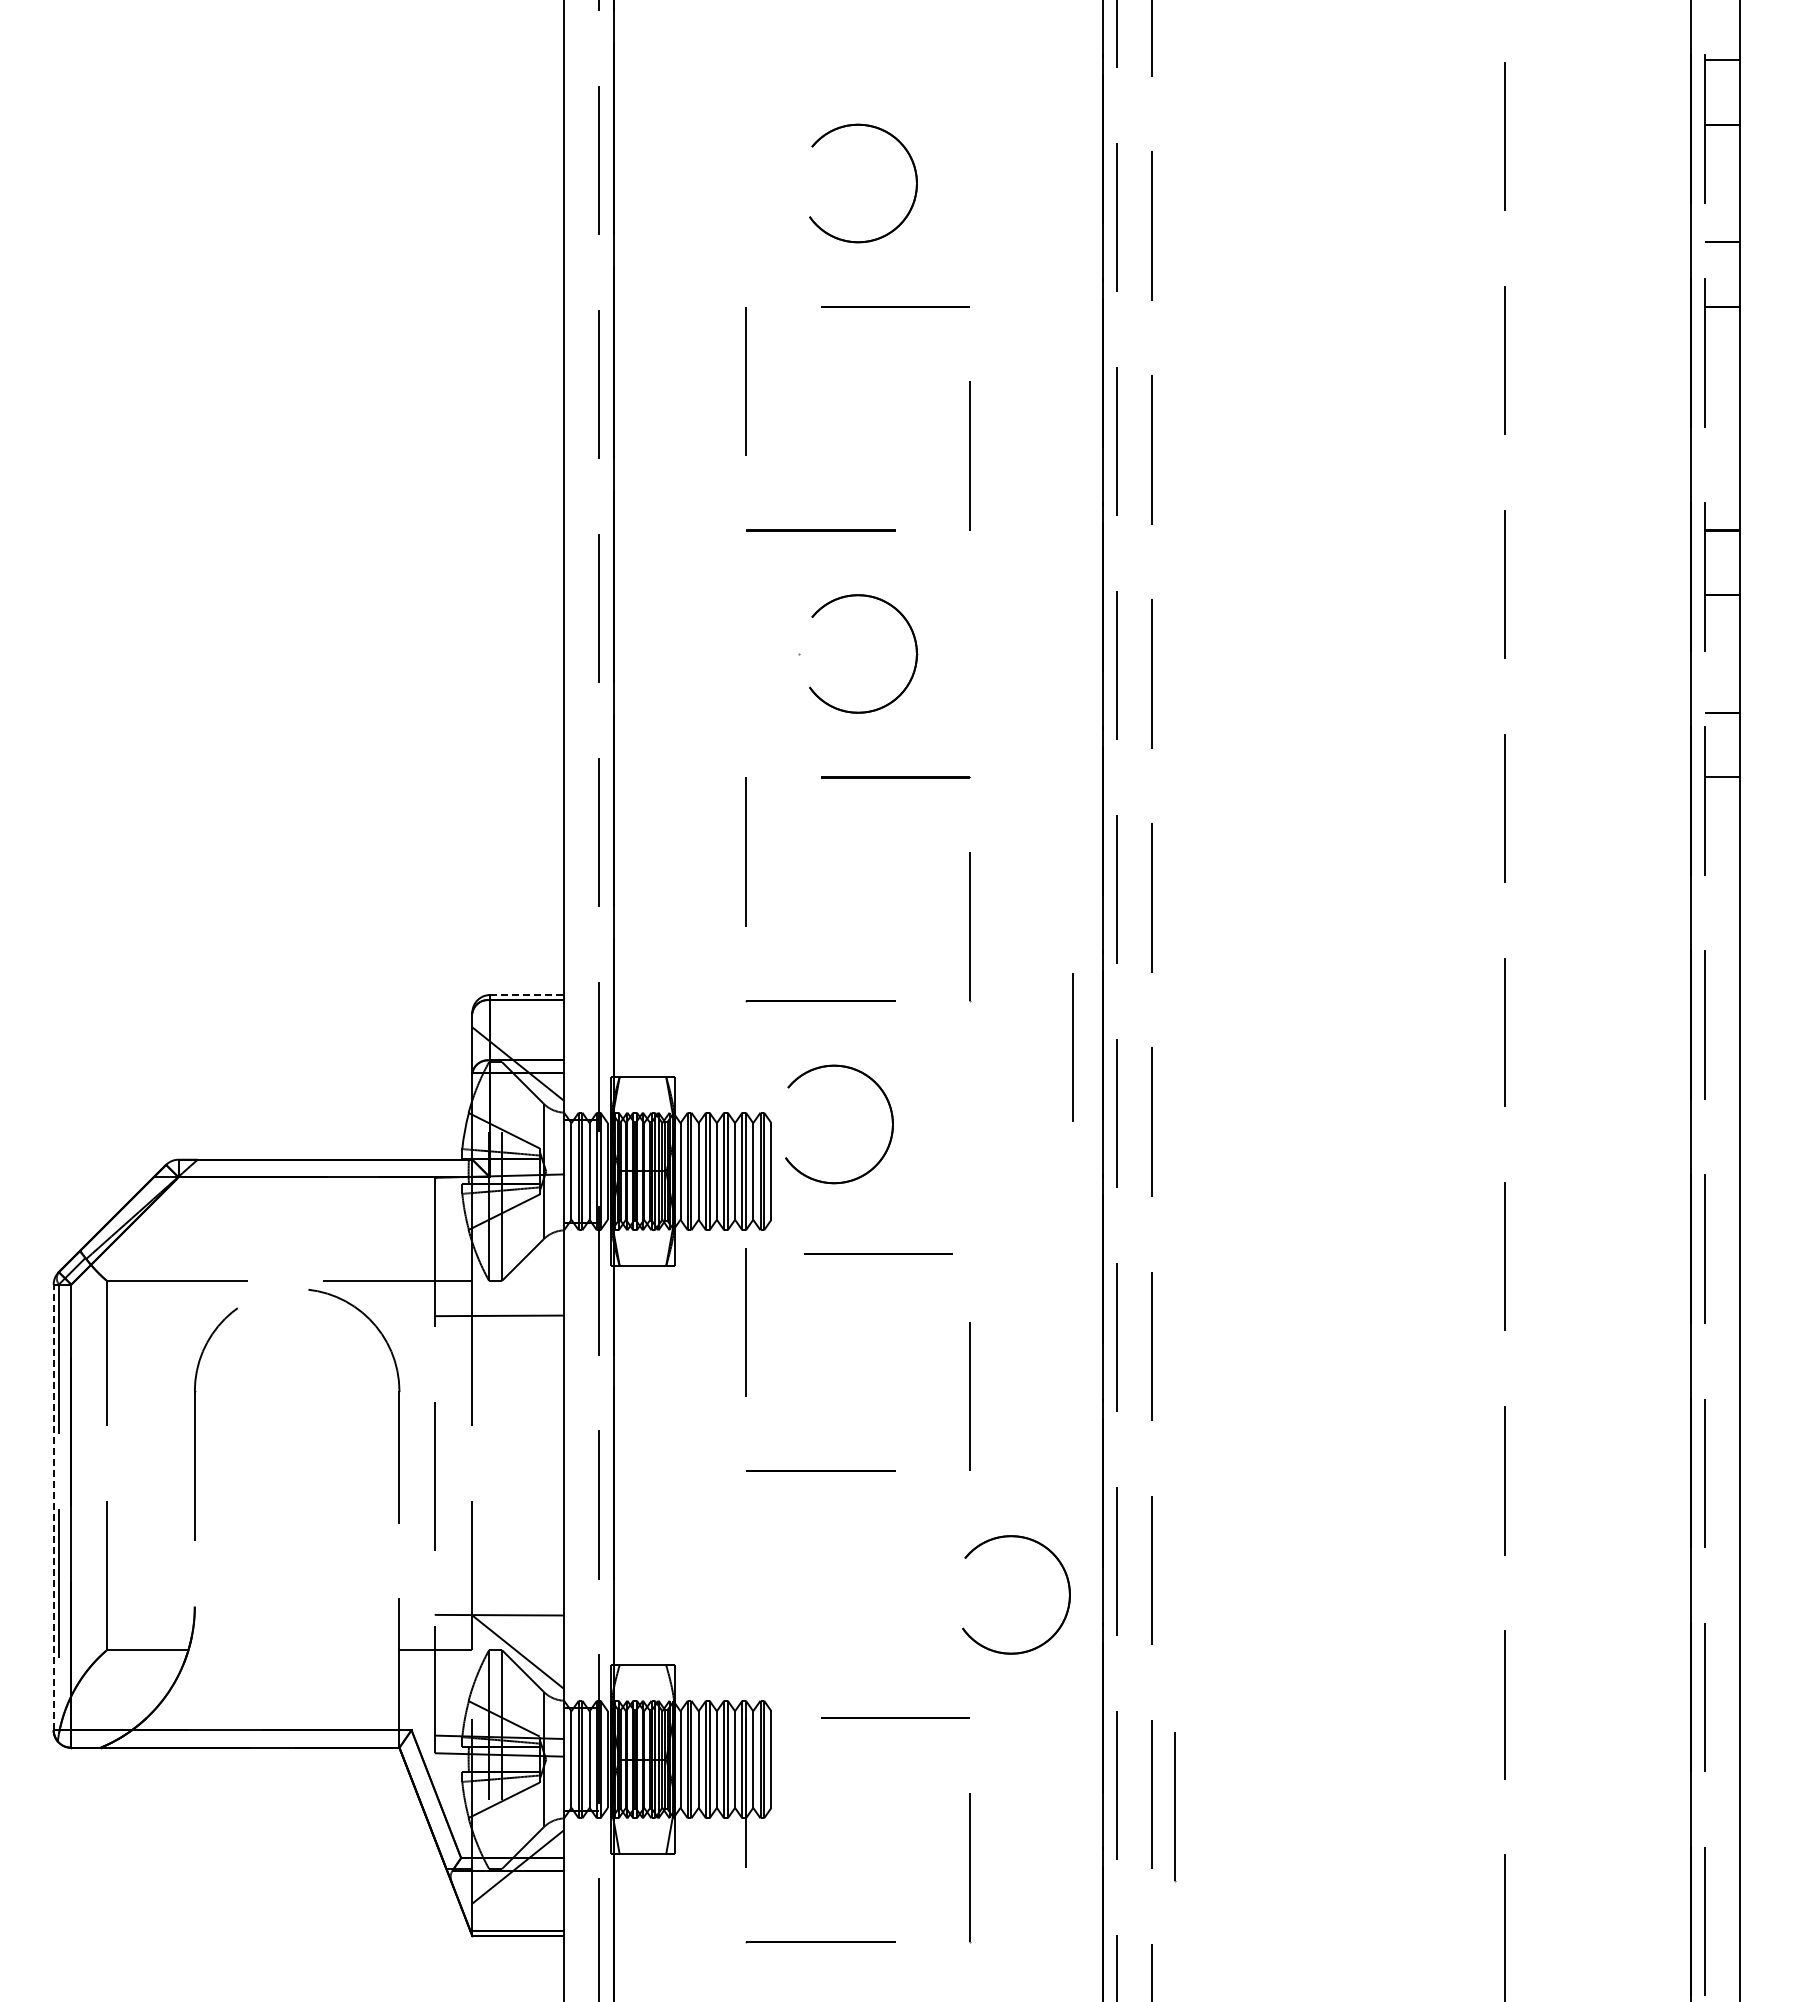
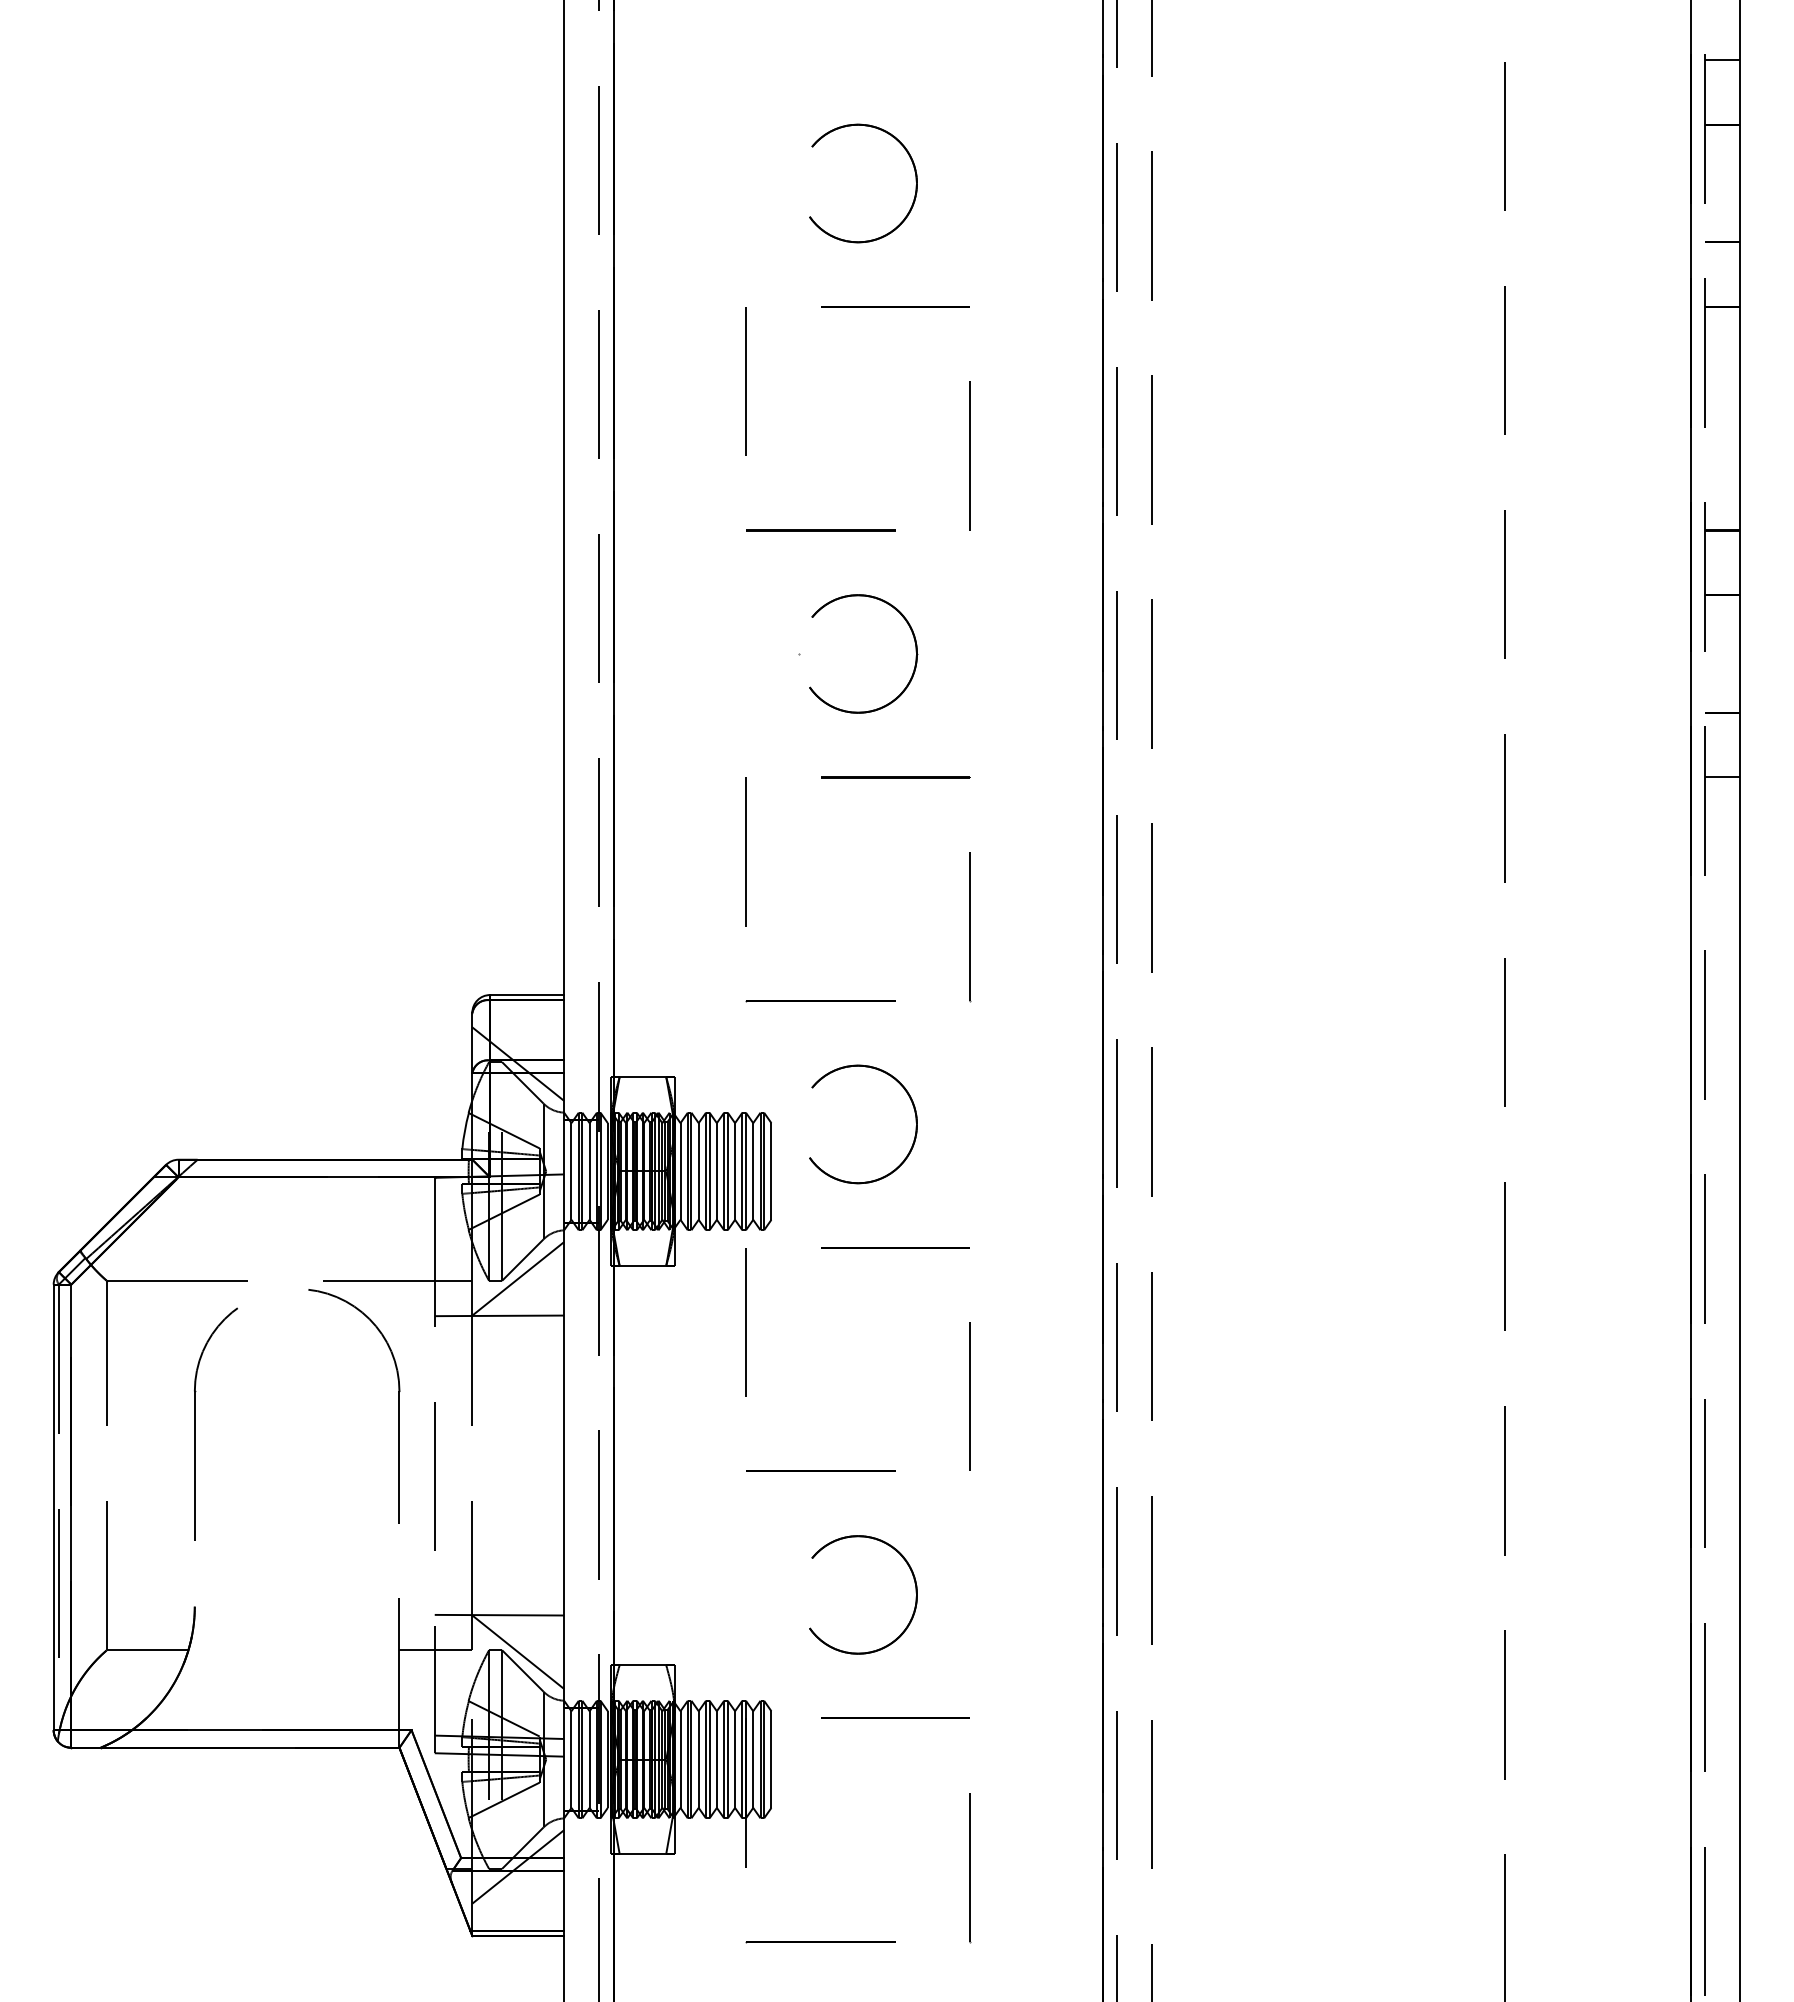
line at (527, 995): dashed -> solid
line at (1072, 1047): present -> none
part at (891, 1122) position: (891, 1122) -> (915, 1122)
line at (878, 1253) position: (878, 1253) -> (895, 1247)
line at (518, 1278): none -> present
line at (53, 1507): dashed -> solid
part at (1068, 1592) position: (1068, 1592) -> (915, 1592)
line at (1175, 1807): present -> none
